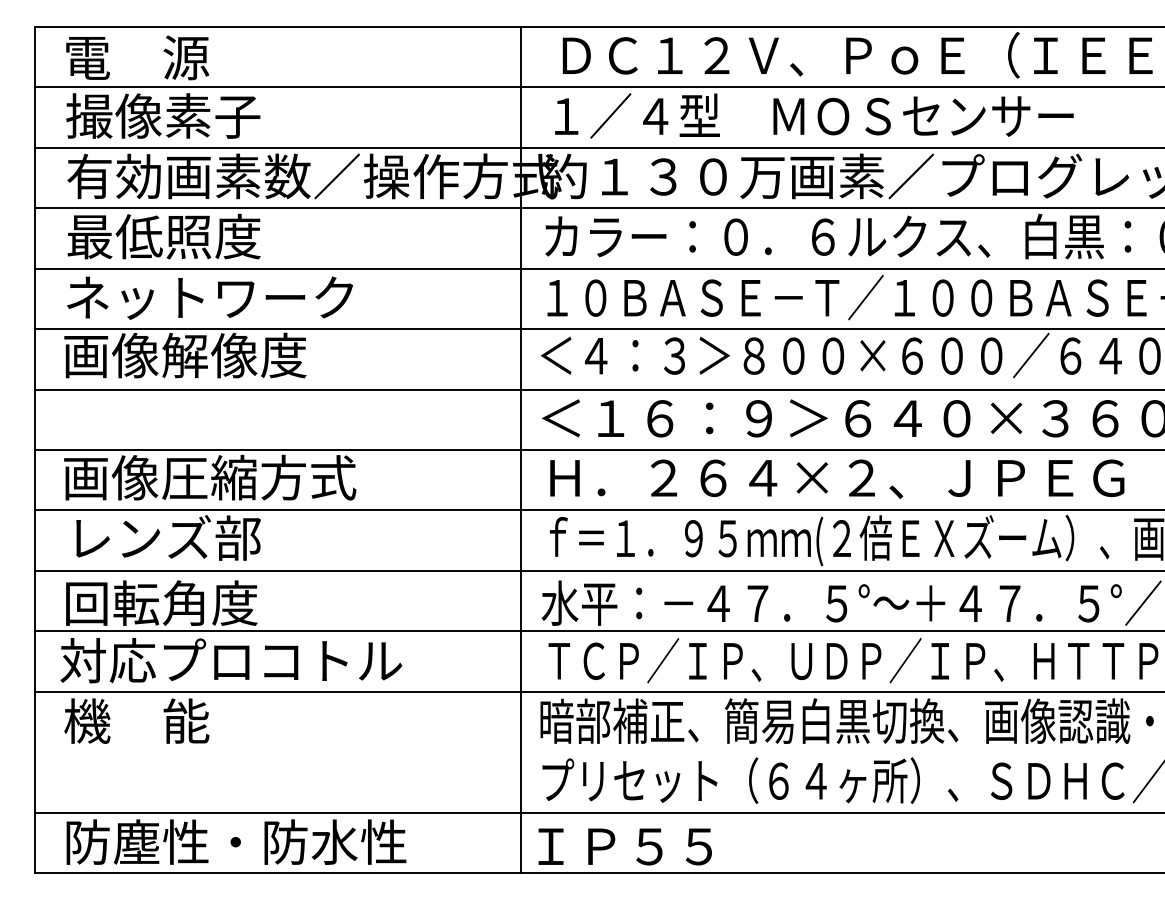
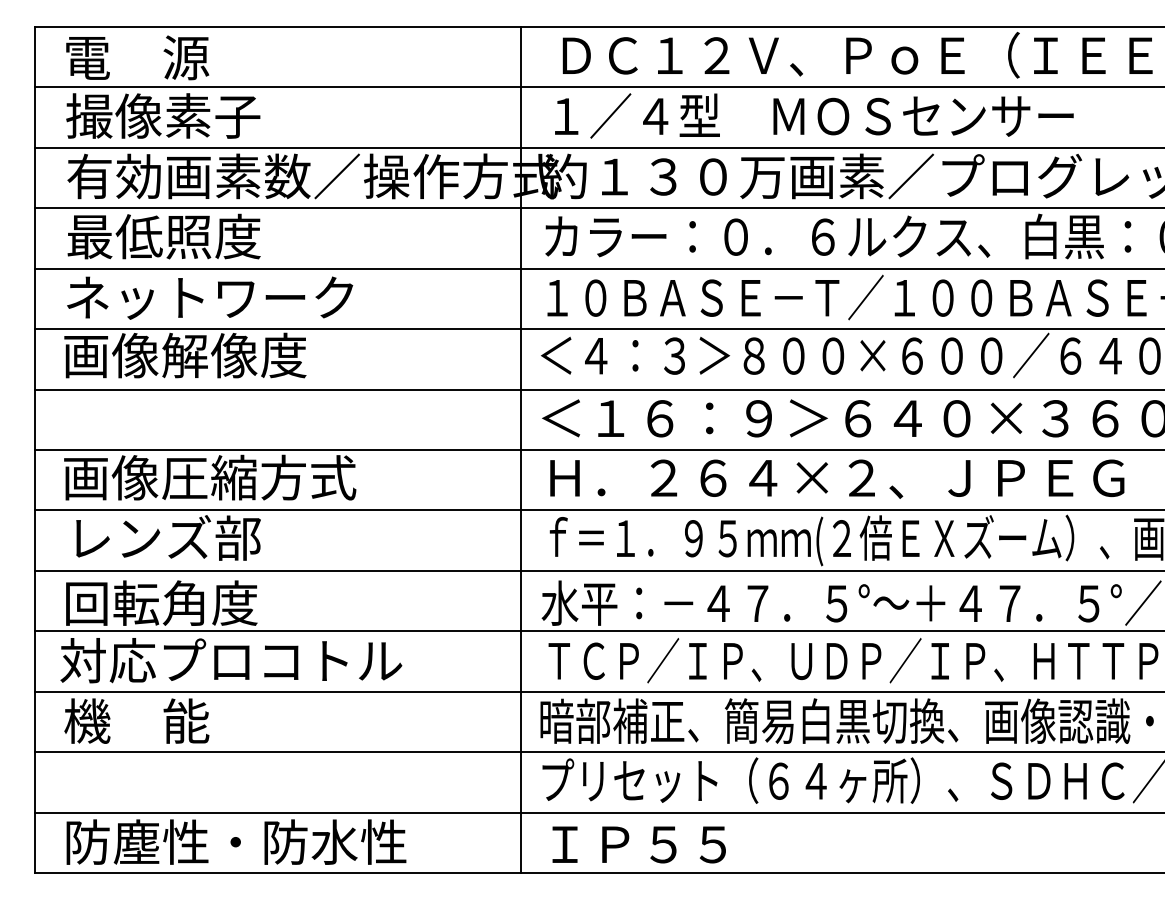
line at (597, 752): none -> present
text at (624, 846) position: (624, 846) -> (638, 844)
